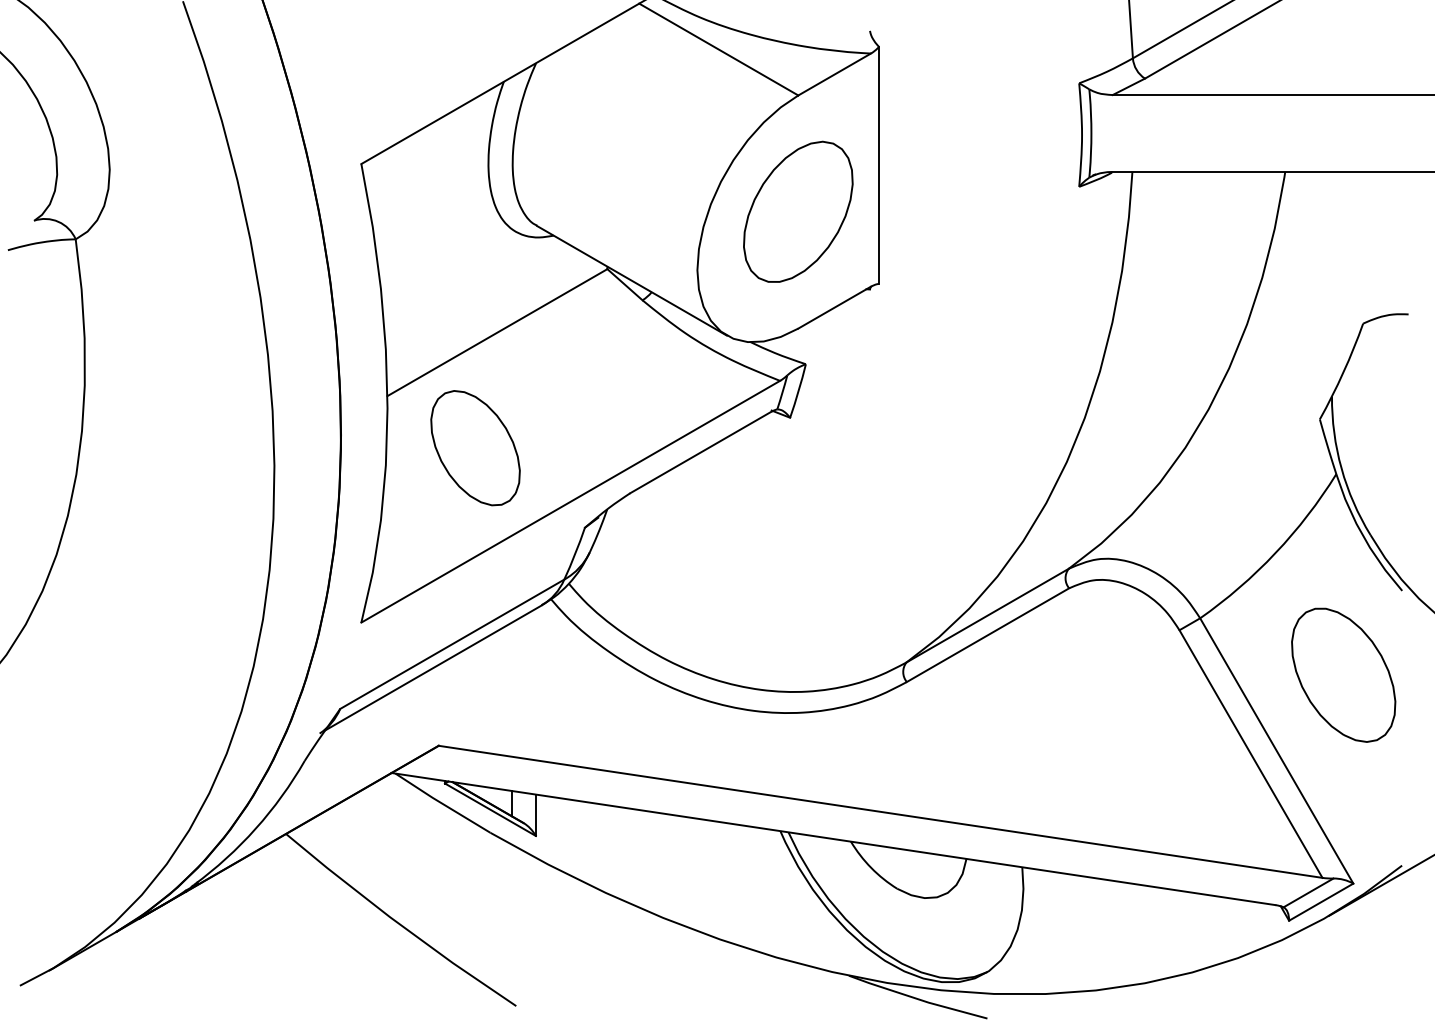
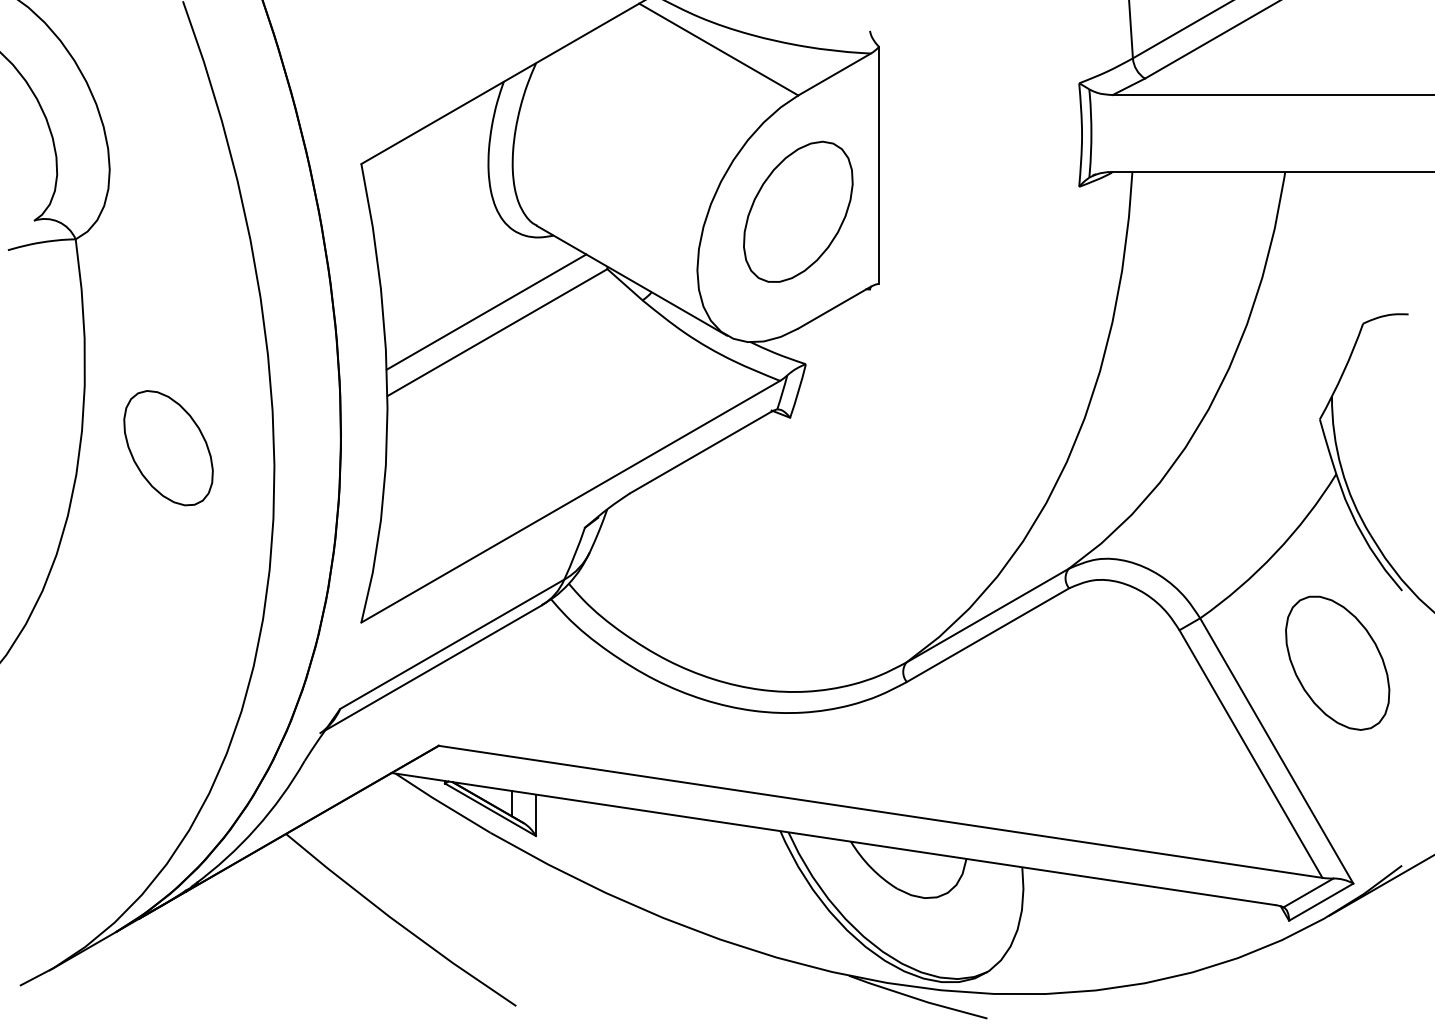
line at (486, 311): none -> present
part at (475, 448) position: (475, 448) -> (168, 448)
part at (1343, 674) position: (1343, 674) -> (1337, 662)
